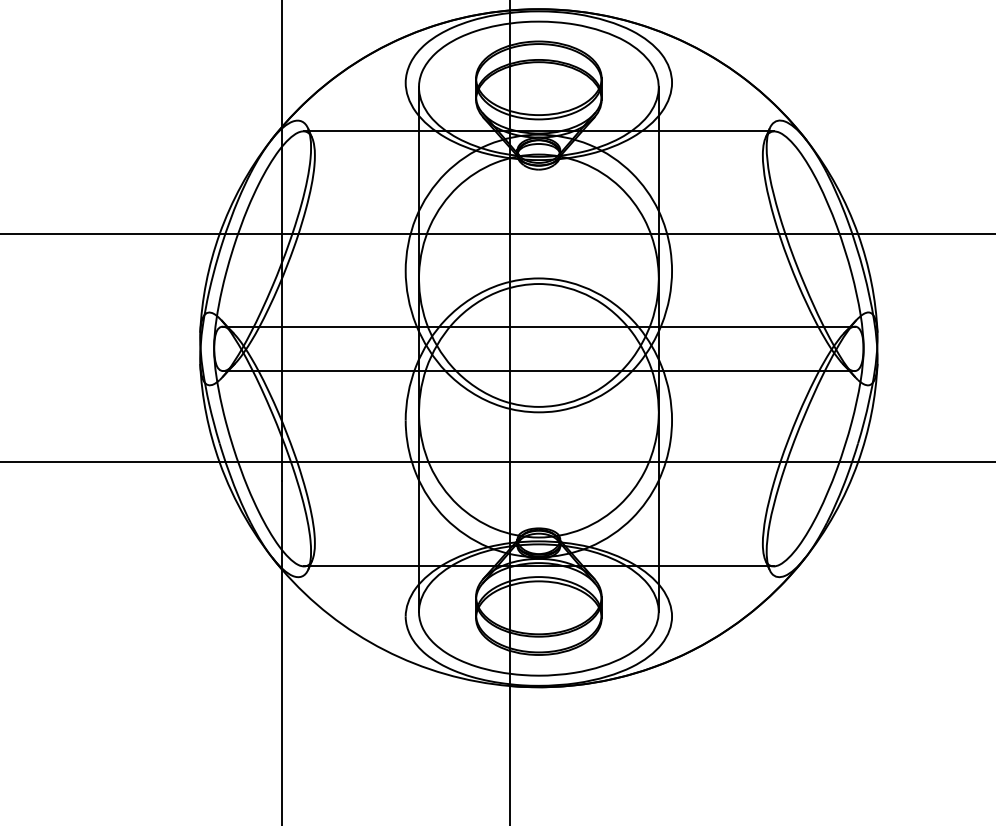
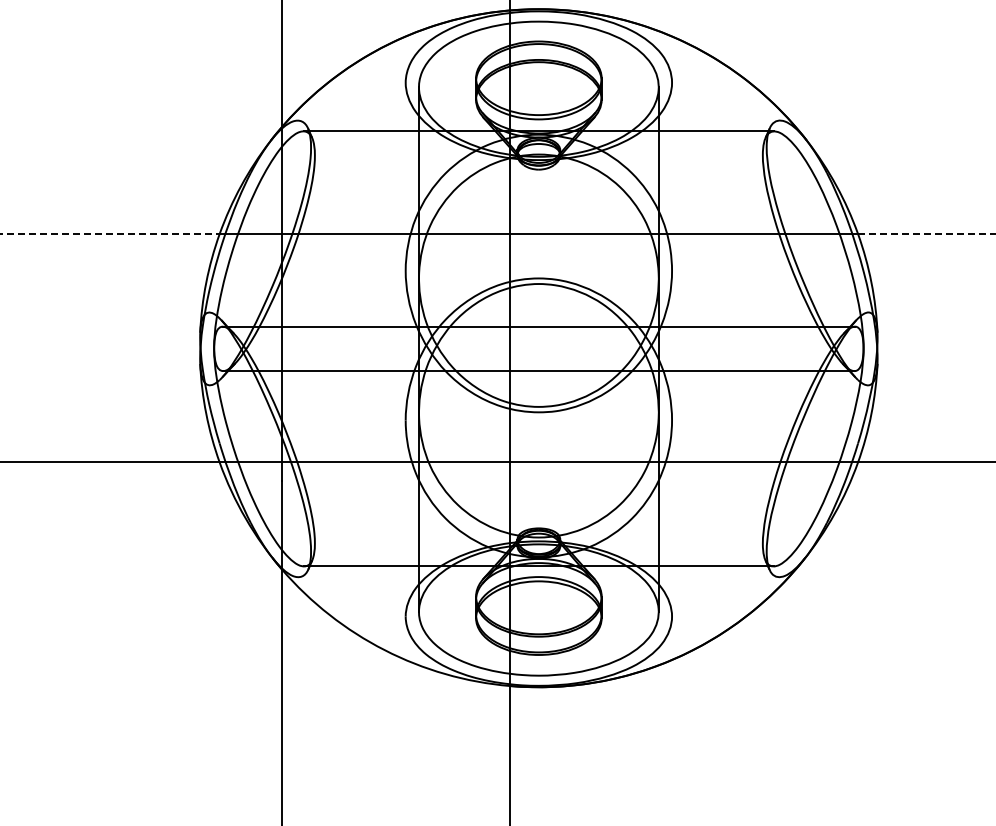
line at (110, 234): solid -> dashed
line at (927, 234): solid -> dashed
